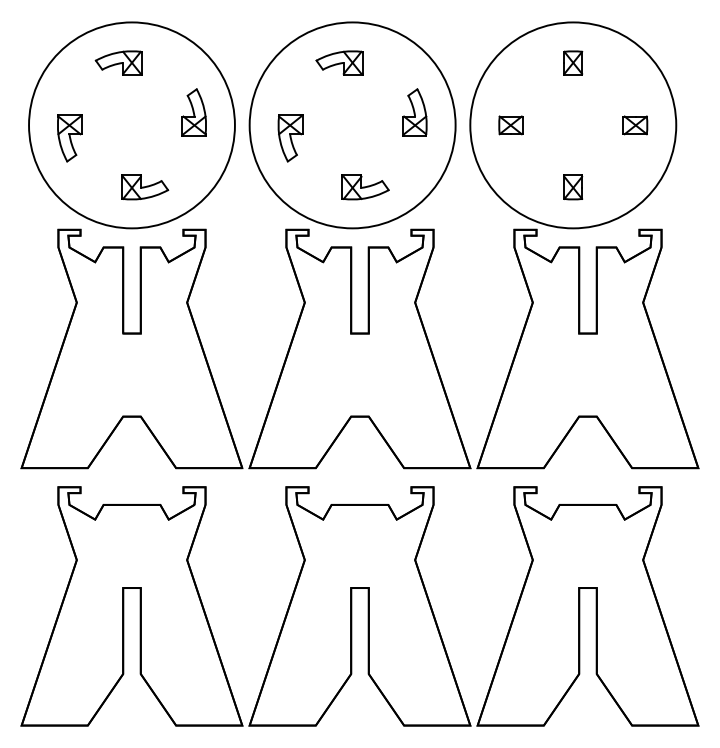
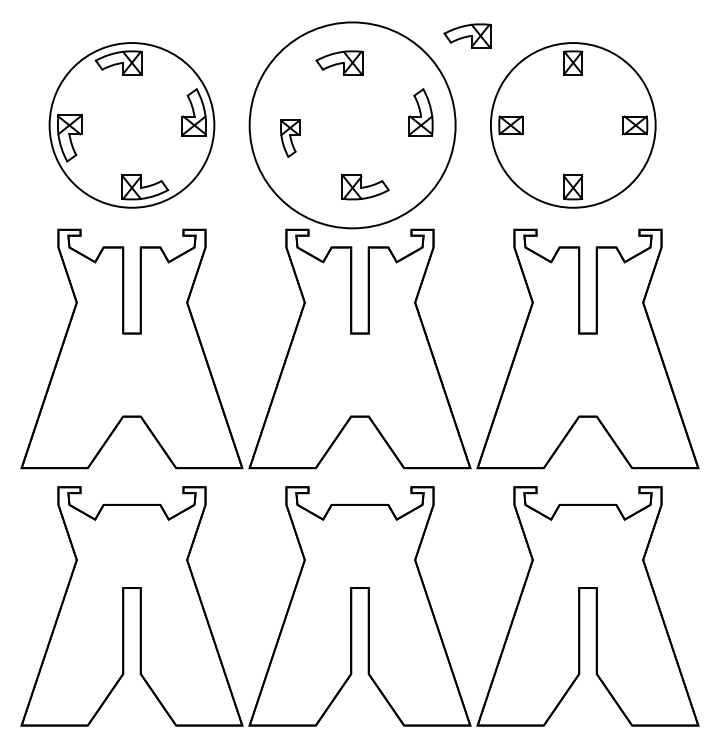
part at (467, 35): none -> present
part at (414, 112) position: (414, 112) -> (420, 112)
circle at (131, 125) diameter: 206 px -> 165 px
circle at (573, 125) diameter: 206 px -> 165 px
part at (290, 138) size: 27x49 px -> 21x39 px
